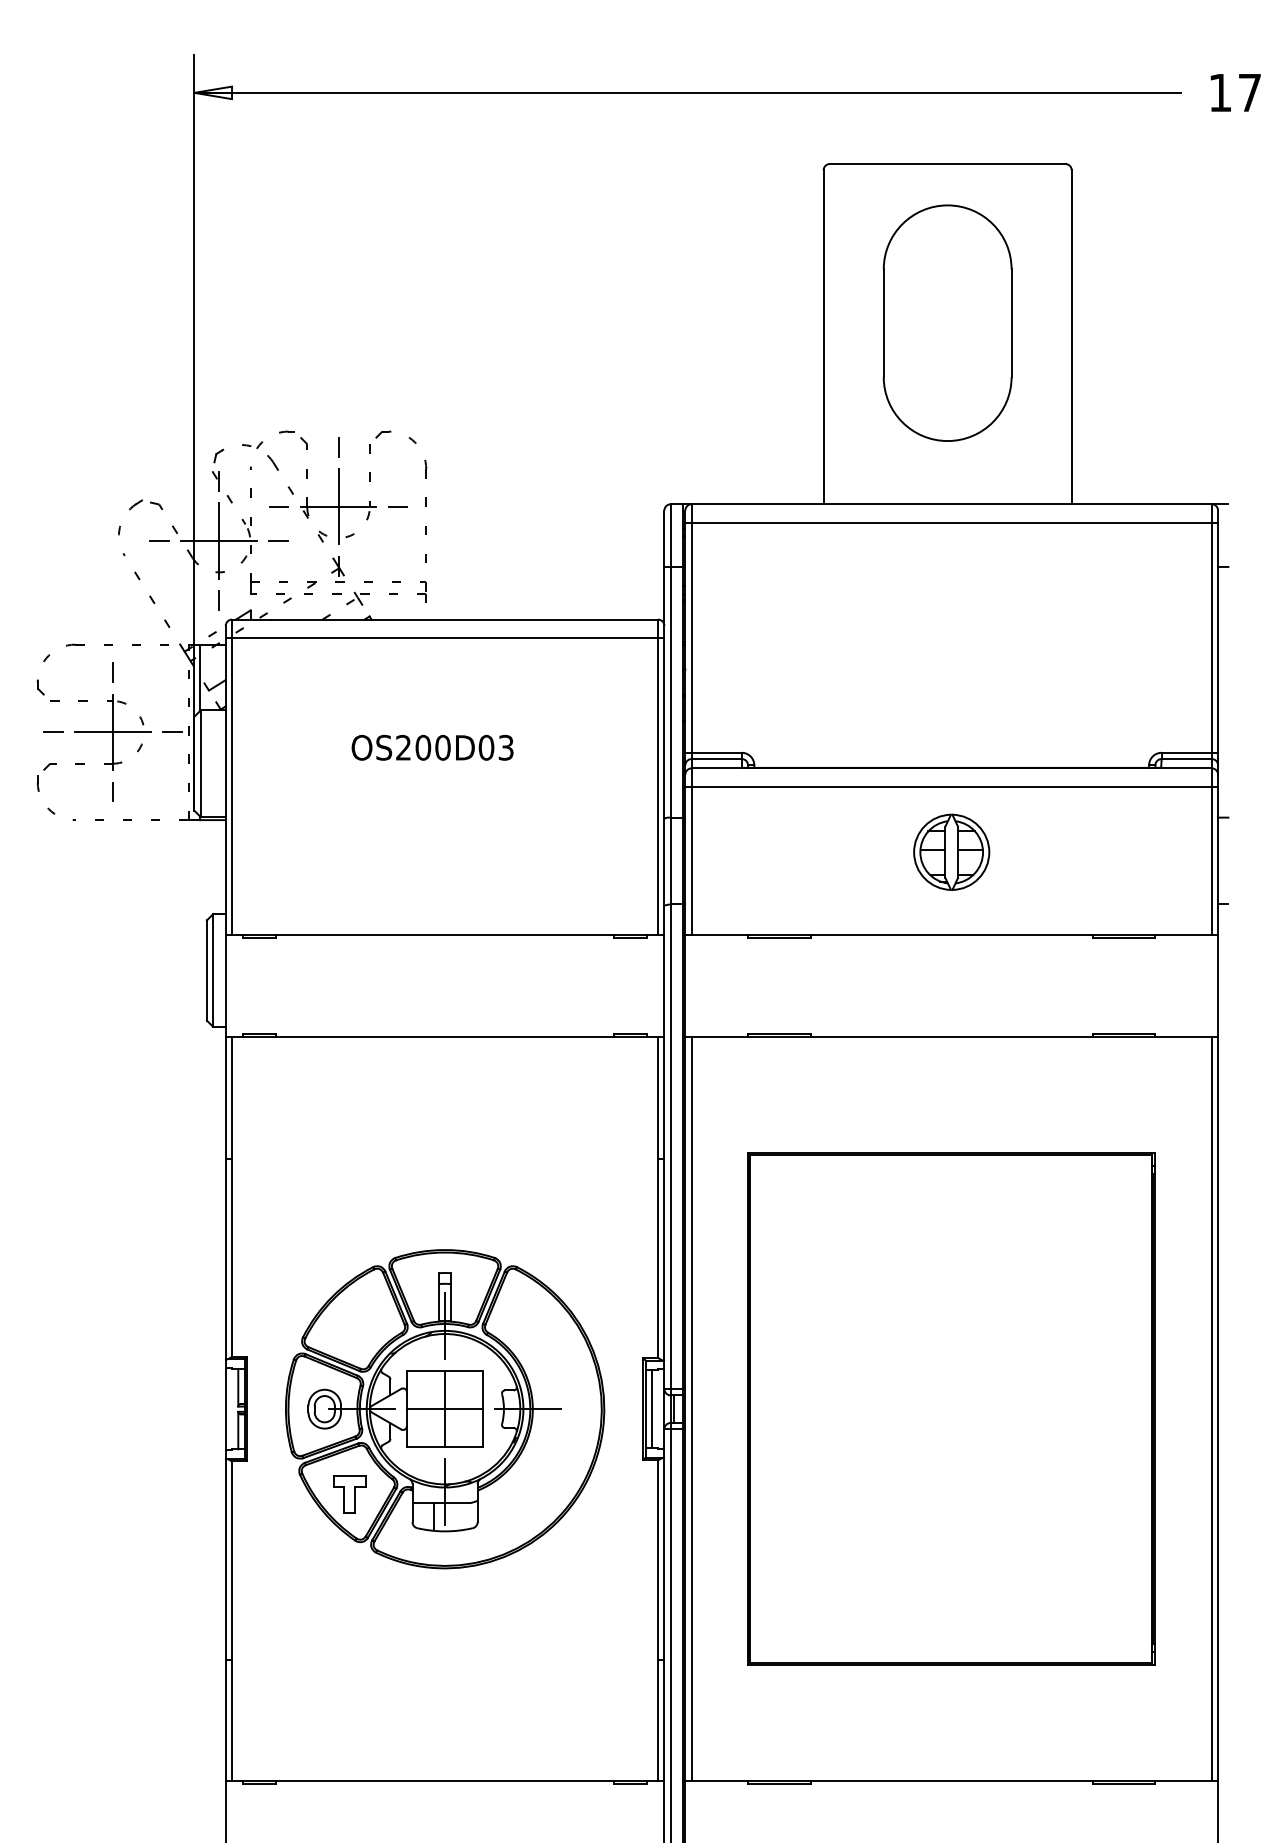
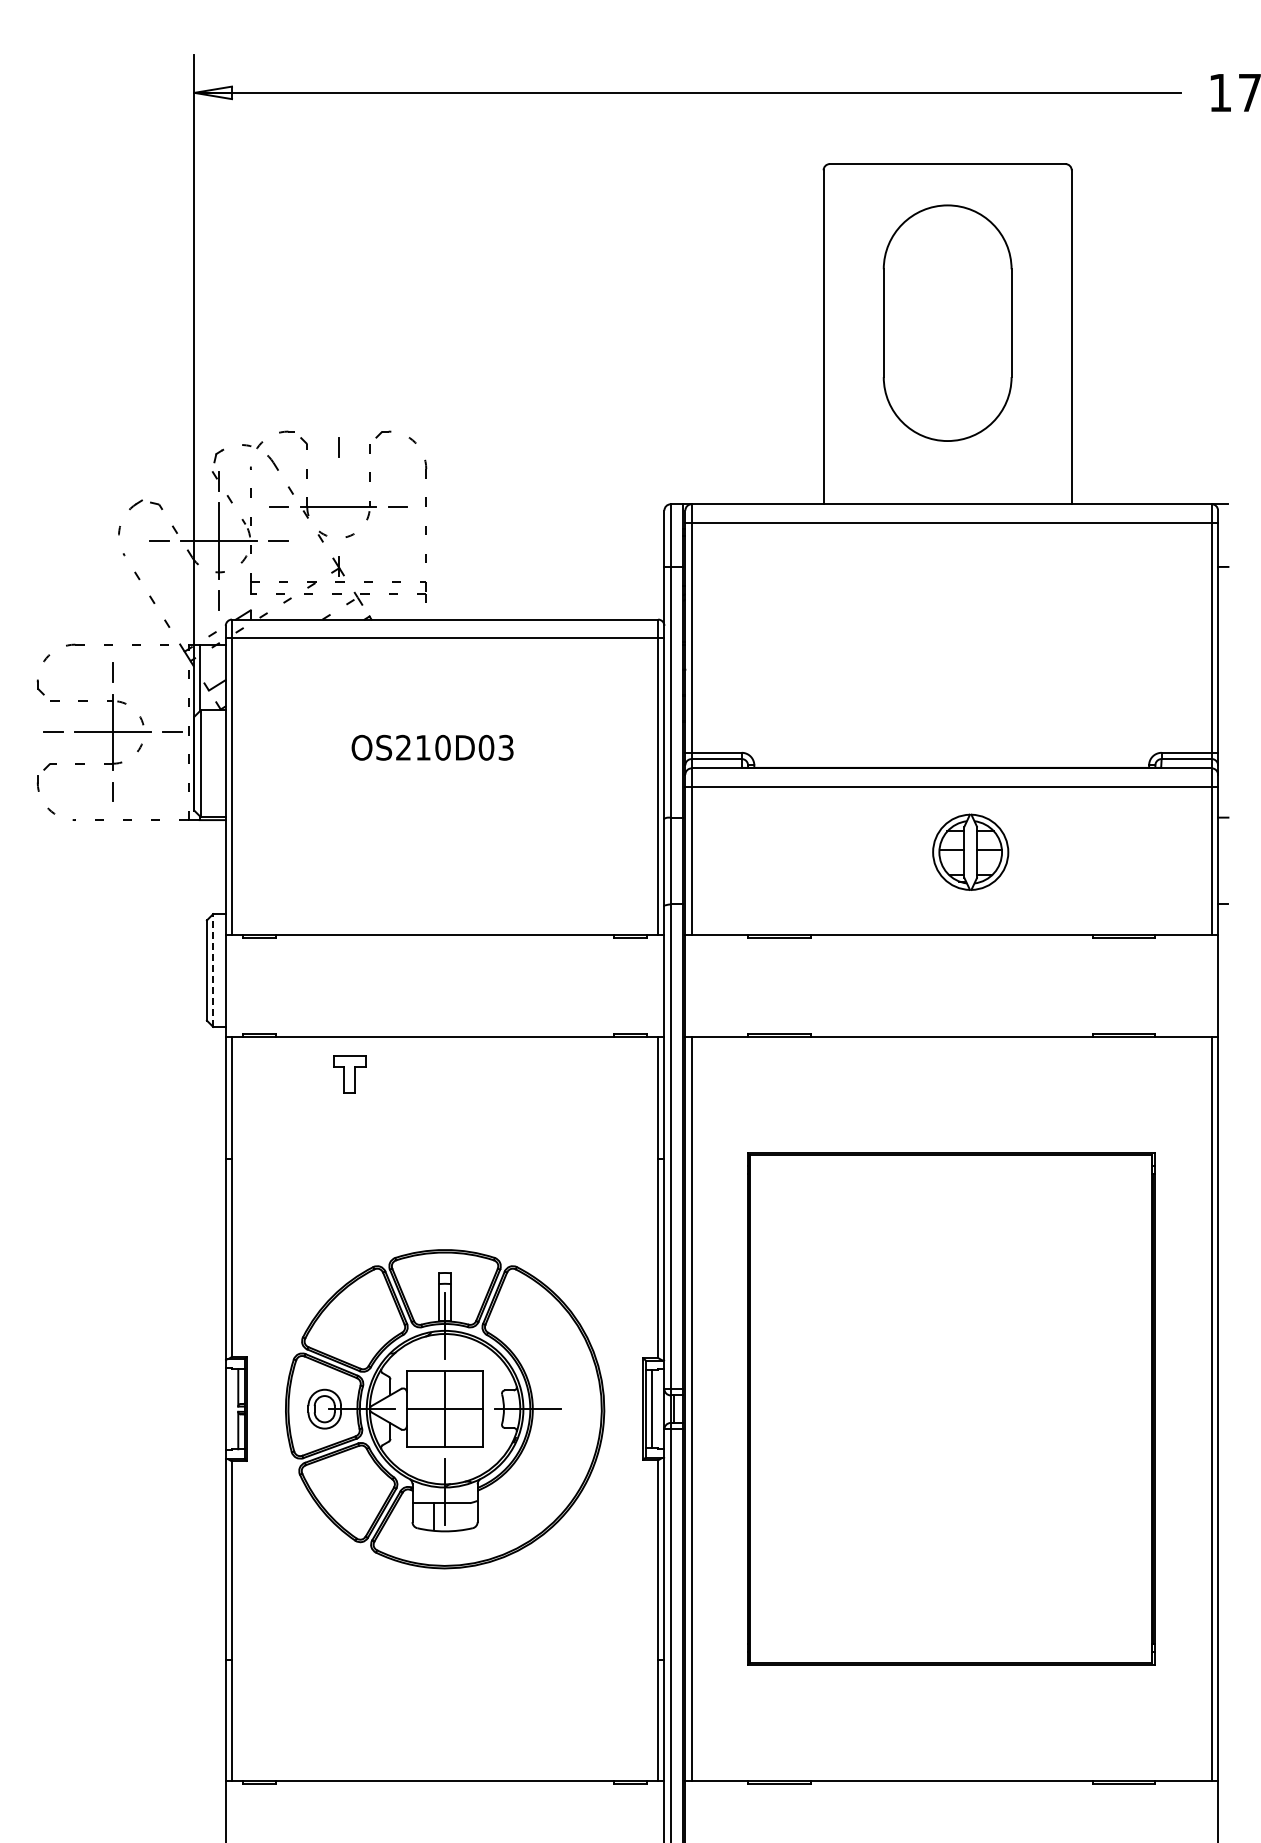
line at (338, 506): present -> none
text at (423, 747): OS200D03 -> OS210D03
part at (951, 851) position: (951, 851) -> (970, 851)
line at (213, 970): solid -> dashed
part at (349, 1494) position: (349, 1494) -> (349, 1074)
